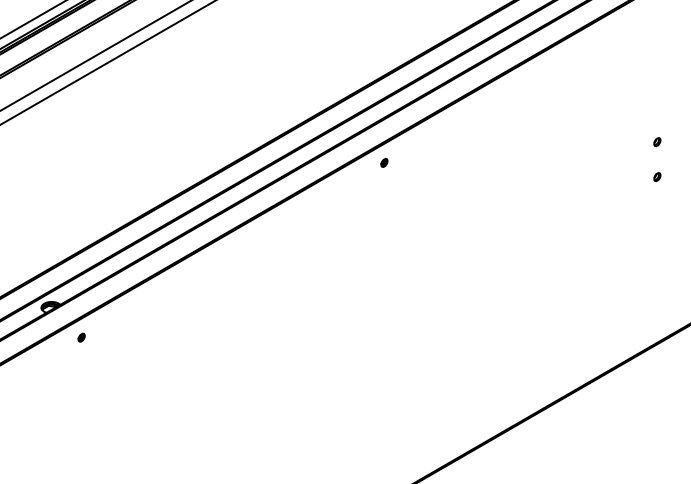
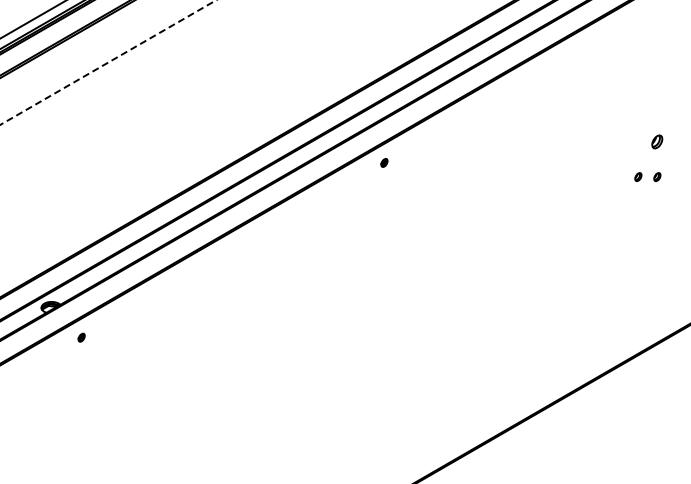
line at (95, 55): present -> none
line at (108, 62): solid -> dashed
part at (657, 142) size: 9x11 px -> 13x16 px
part at (638, 176): none -> present
